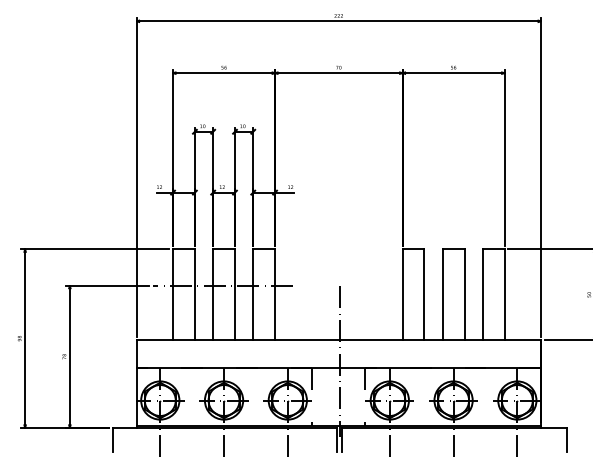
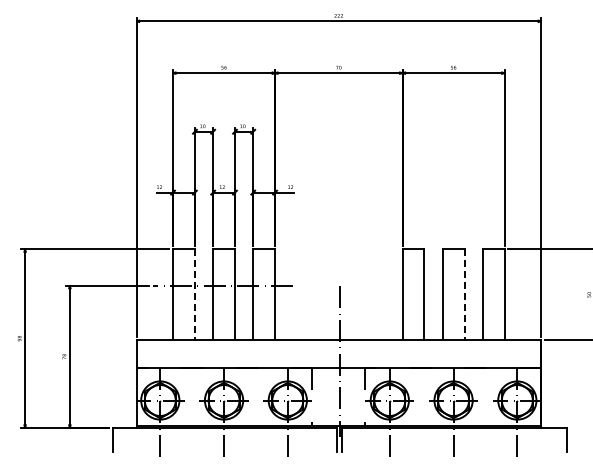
line at (194, 294): solid -> dashed
line at (464, 294): solid -> dashed
